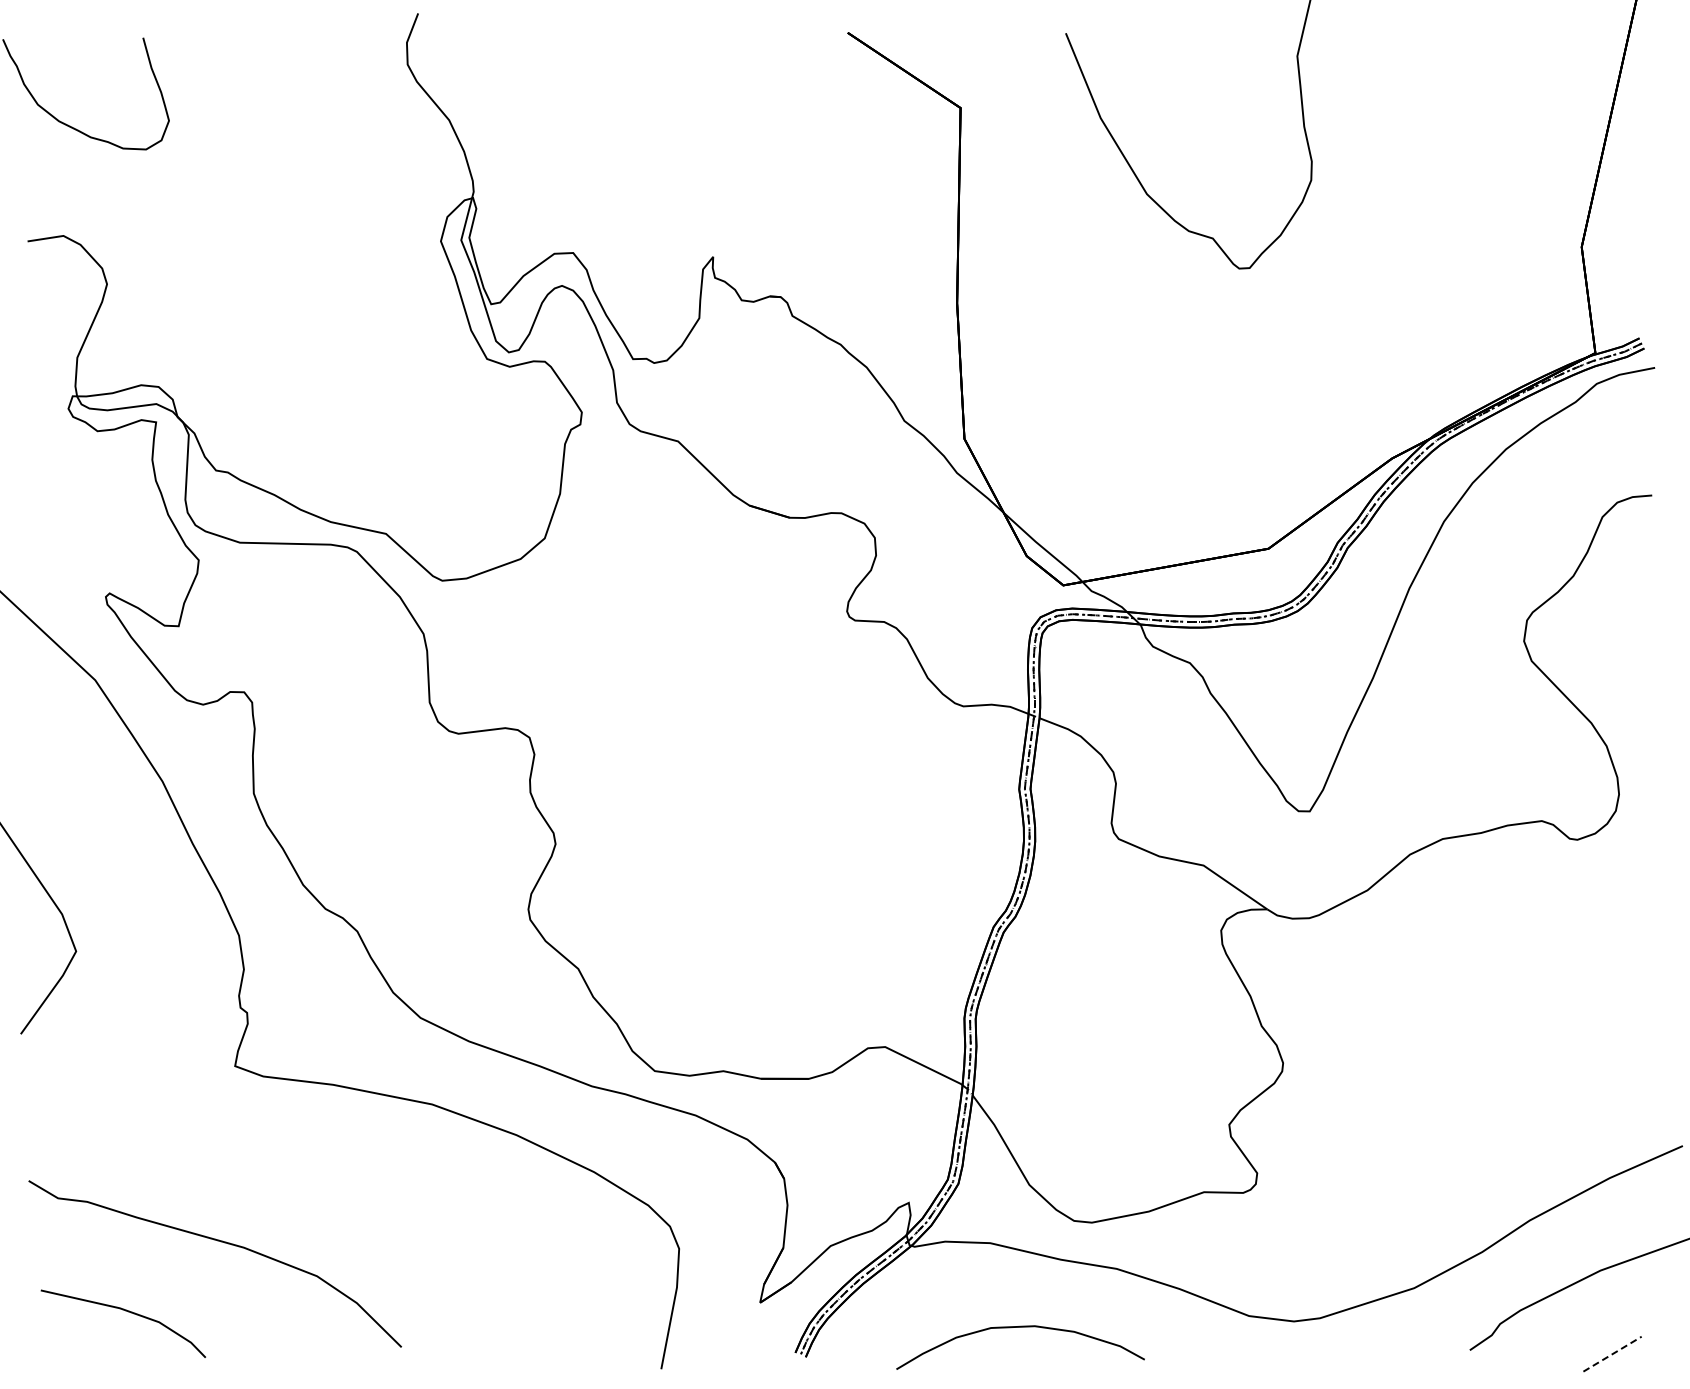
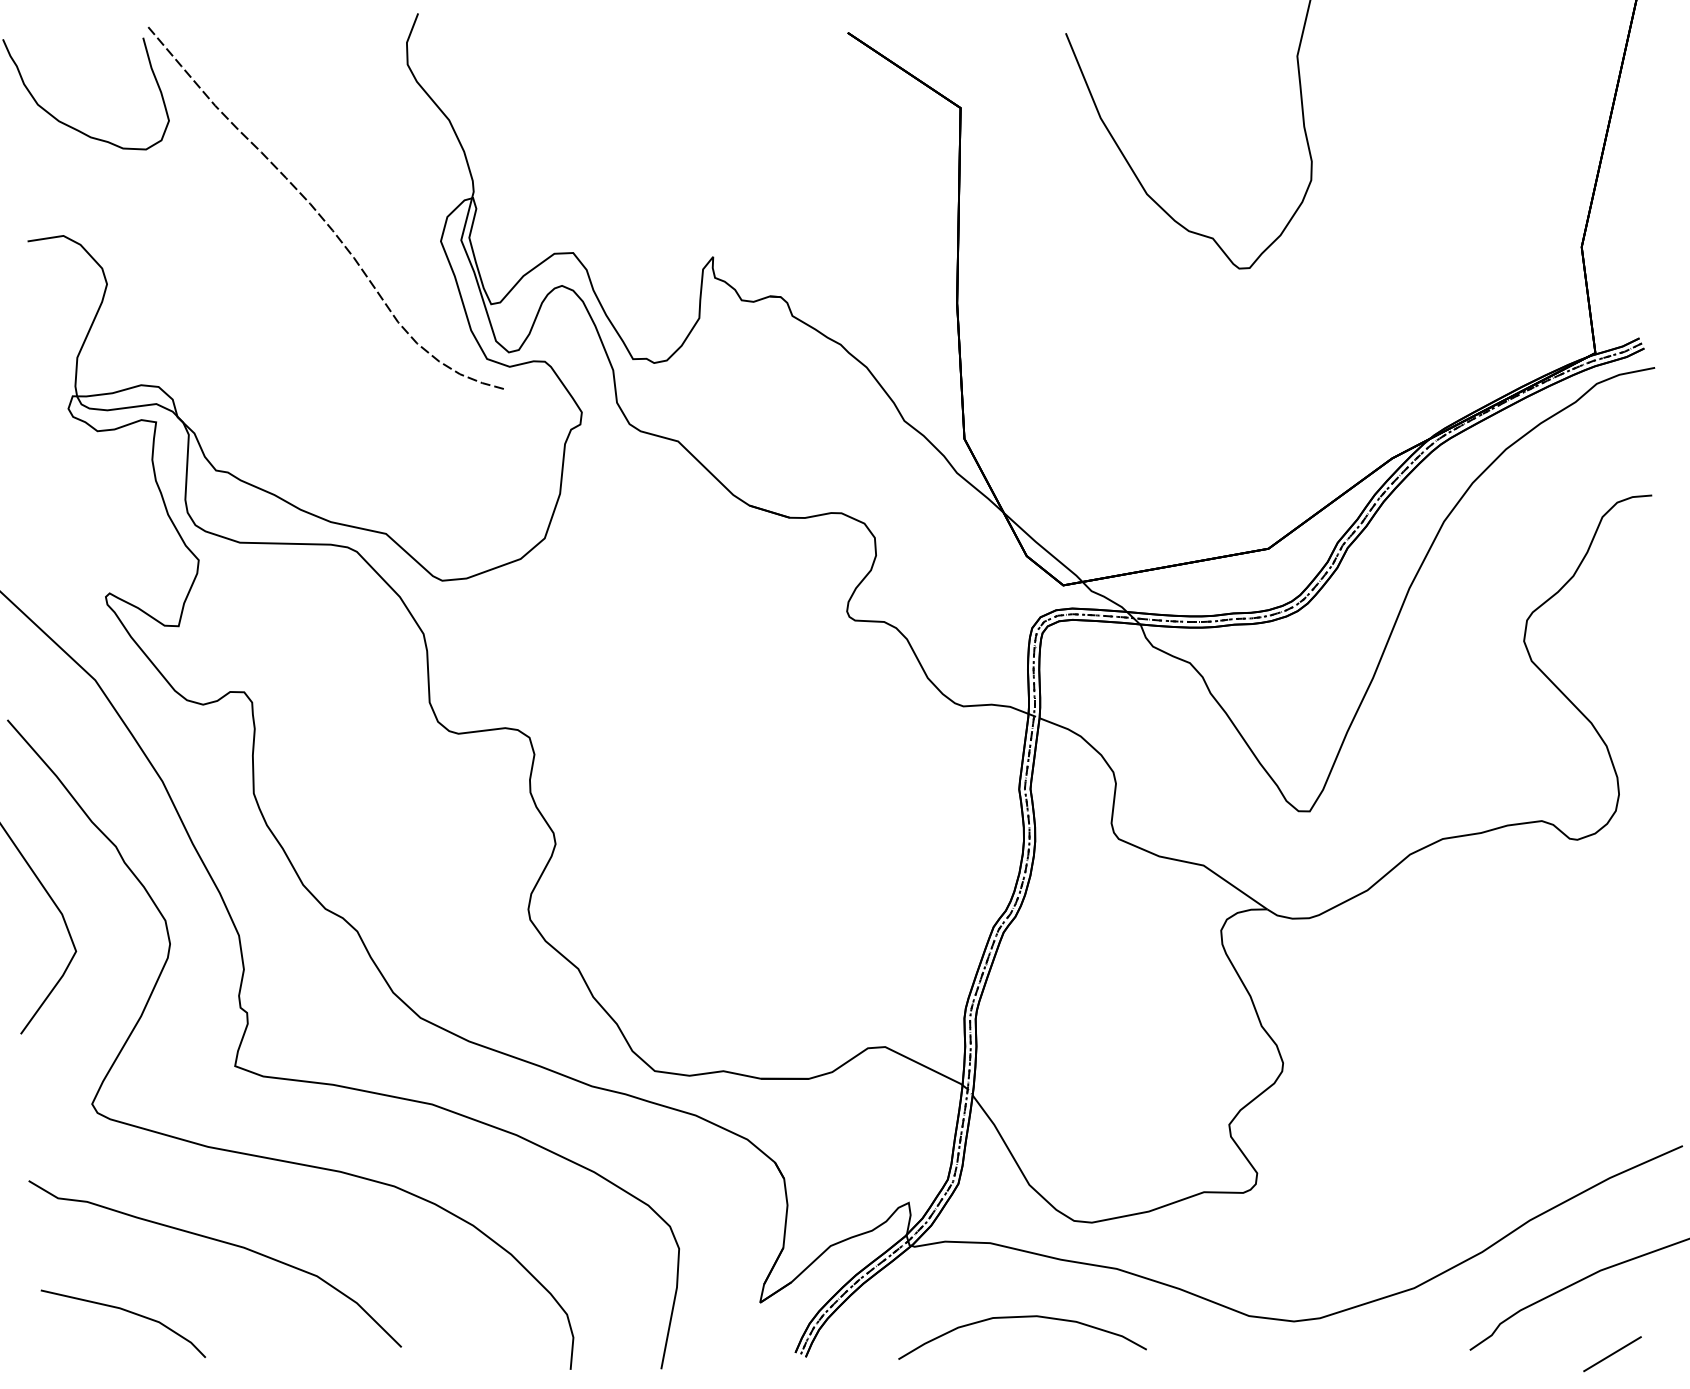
curve at (319, 213): none -> present
curve at (271, 1157): none -> present
curve at (1020, 1327) position: (1020, 1327) -> (1022, 1317)
line at (1612, 1354): dashed -> solid
